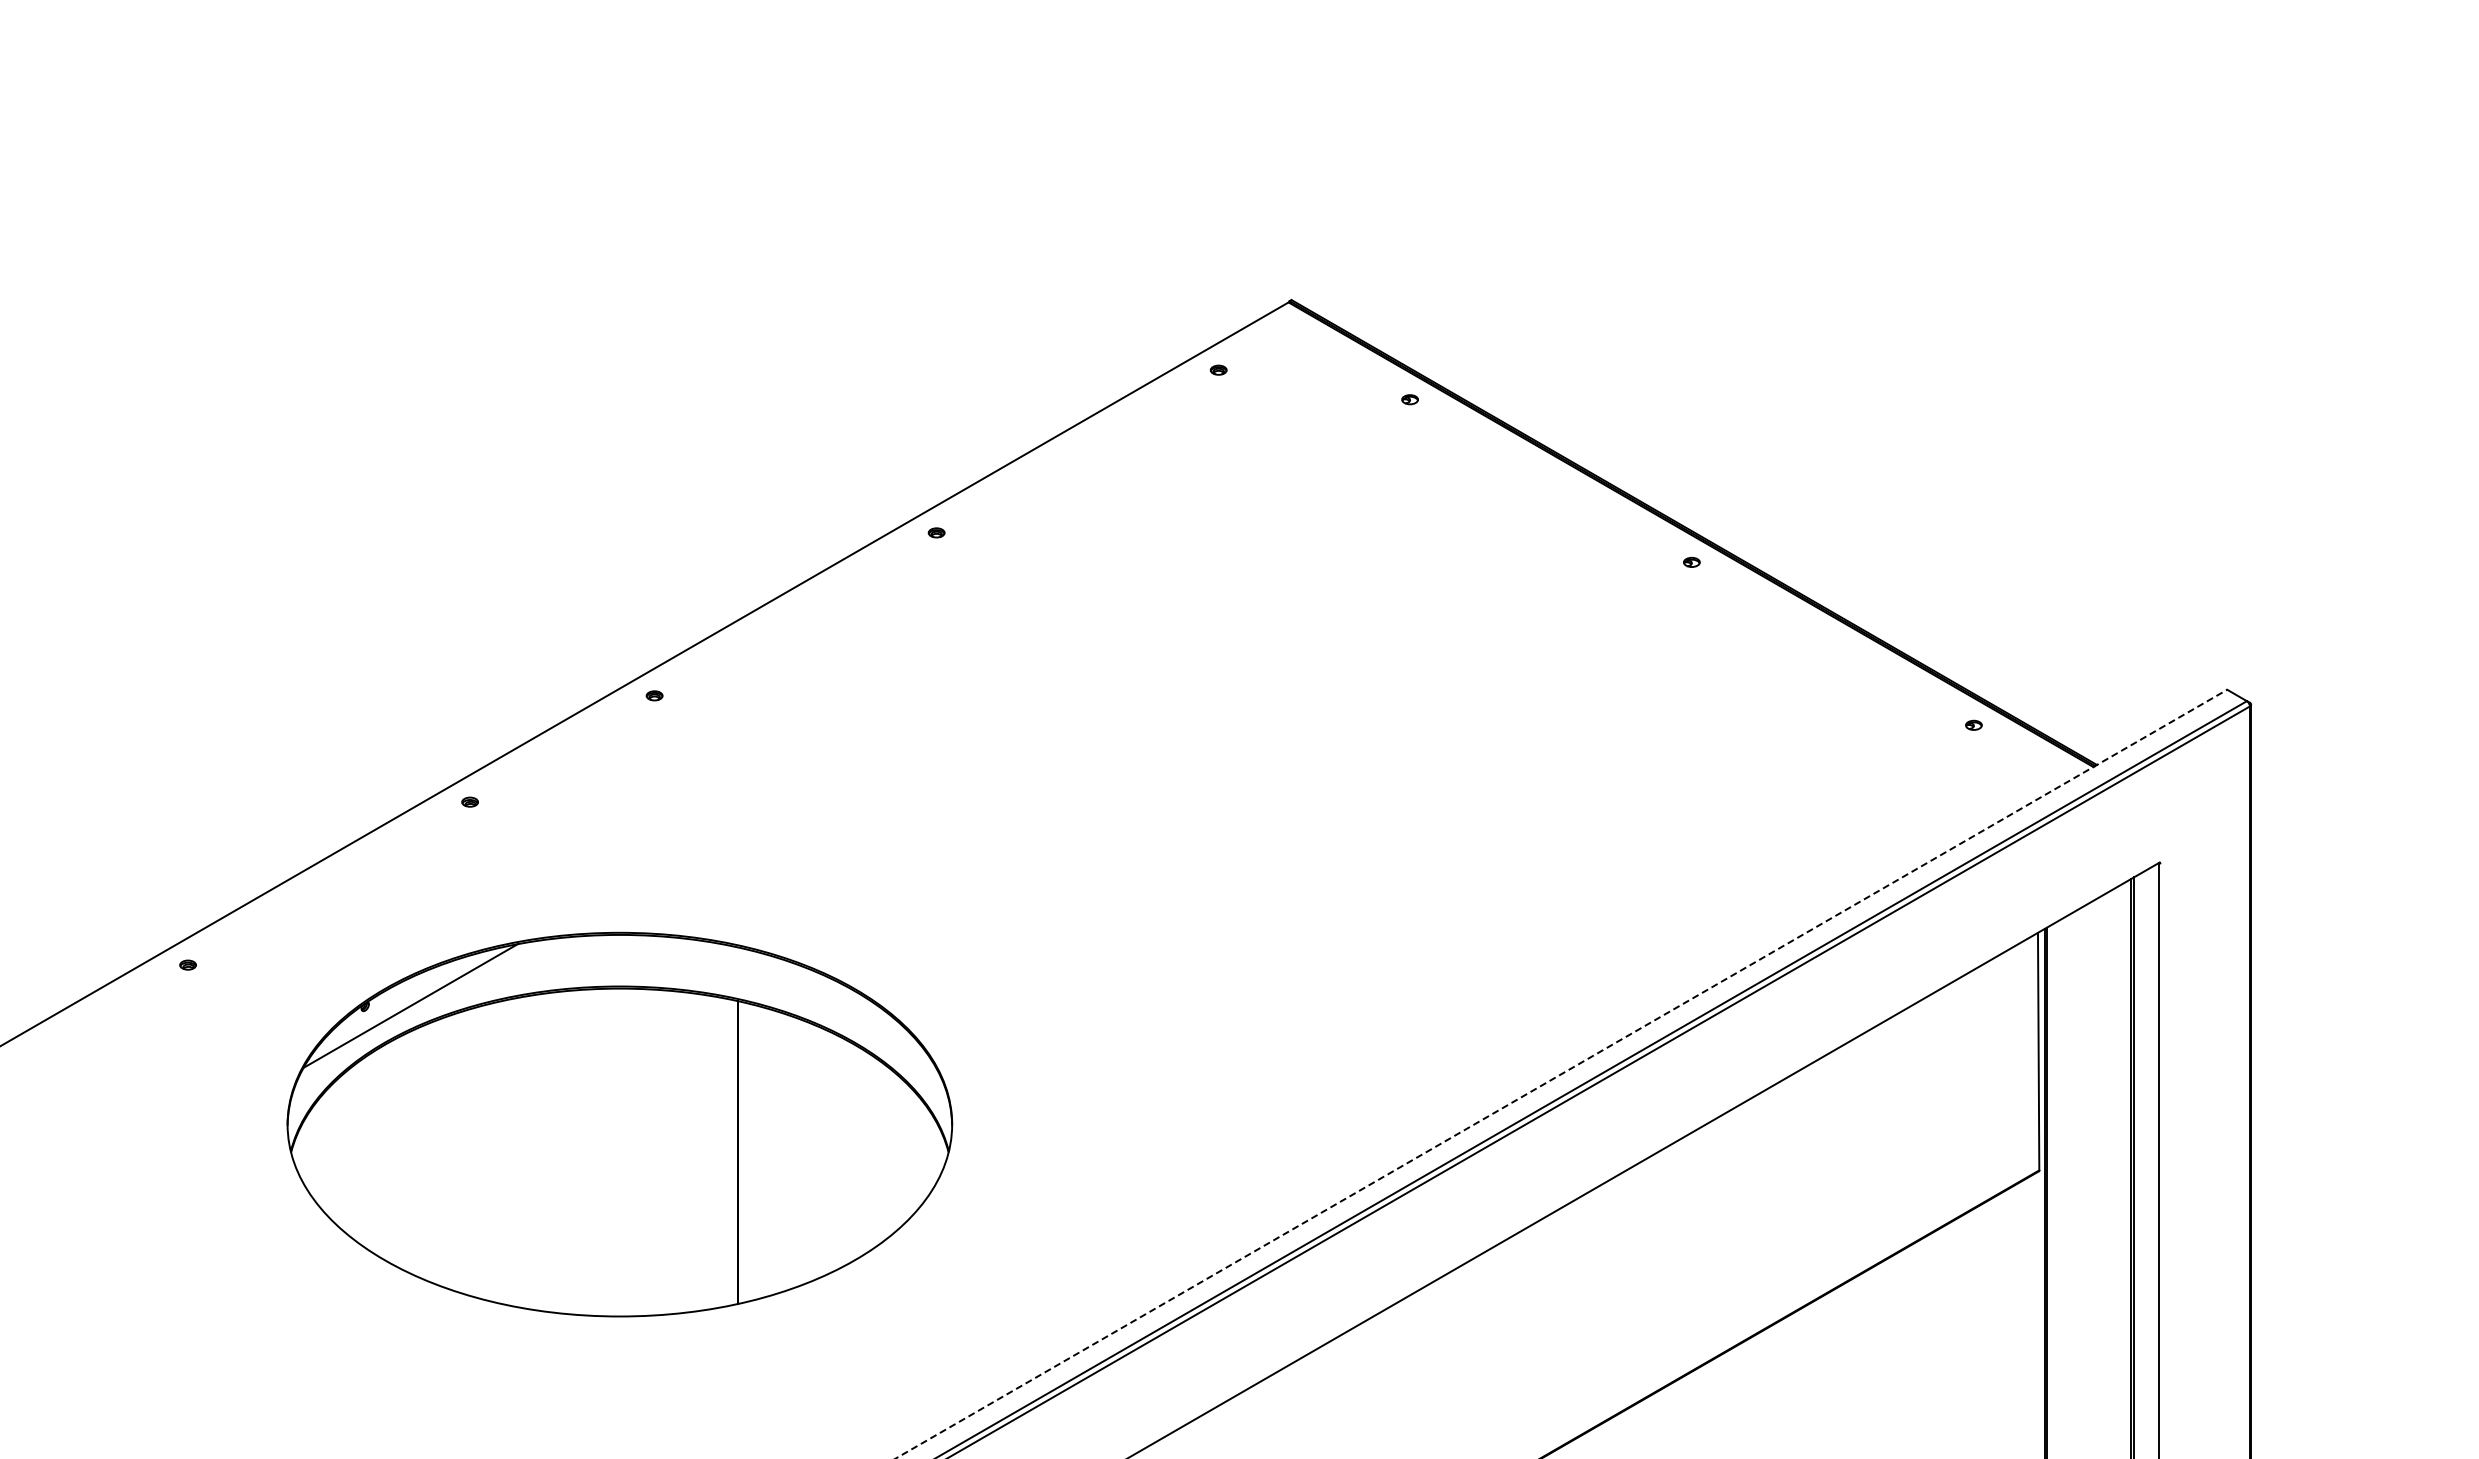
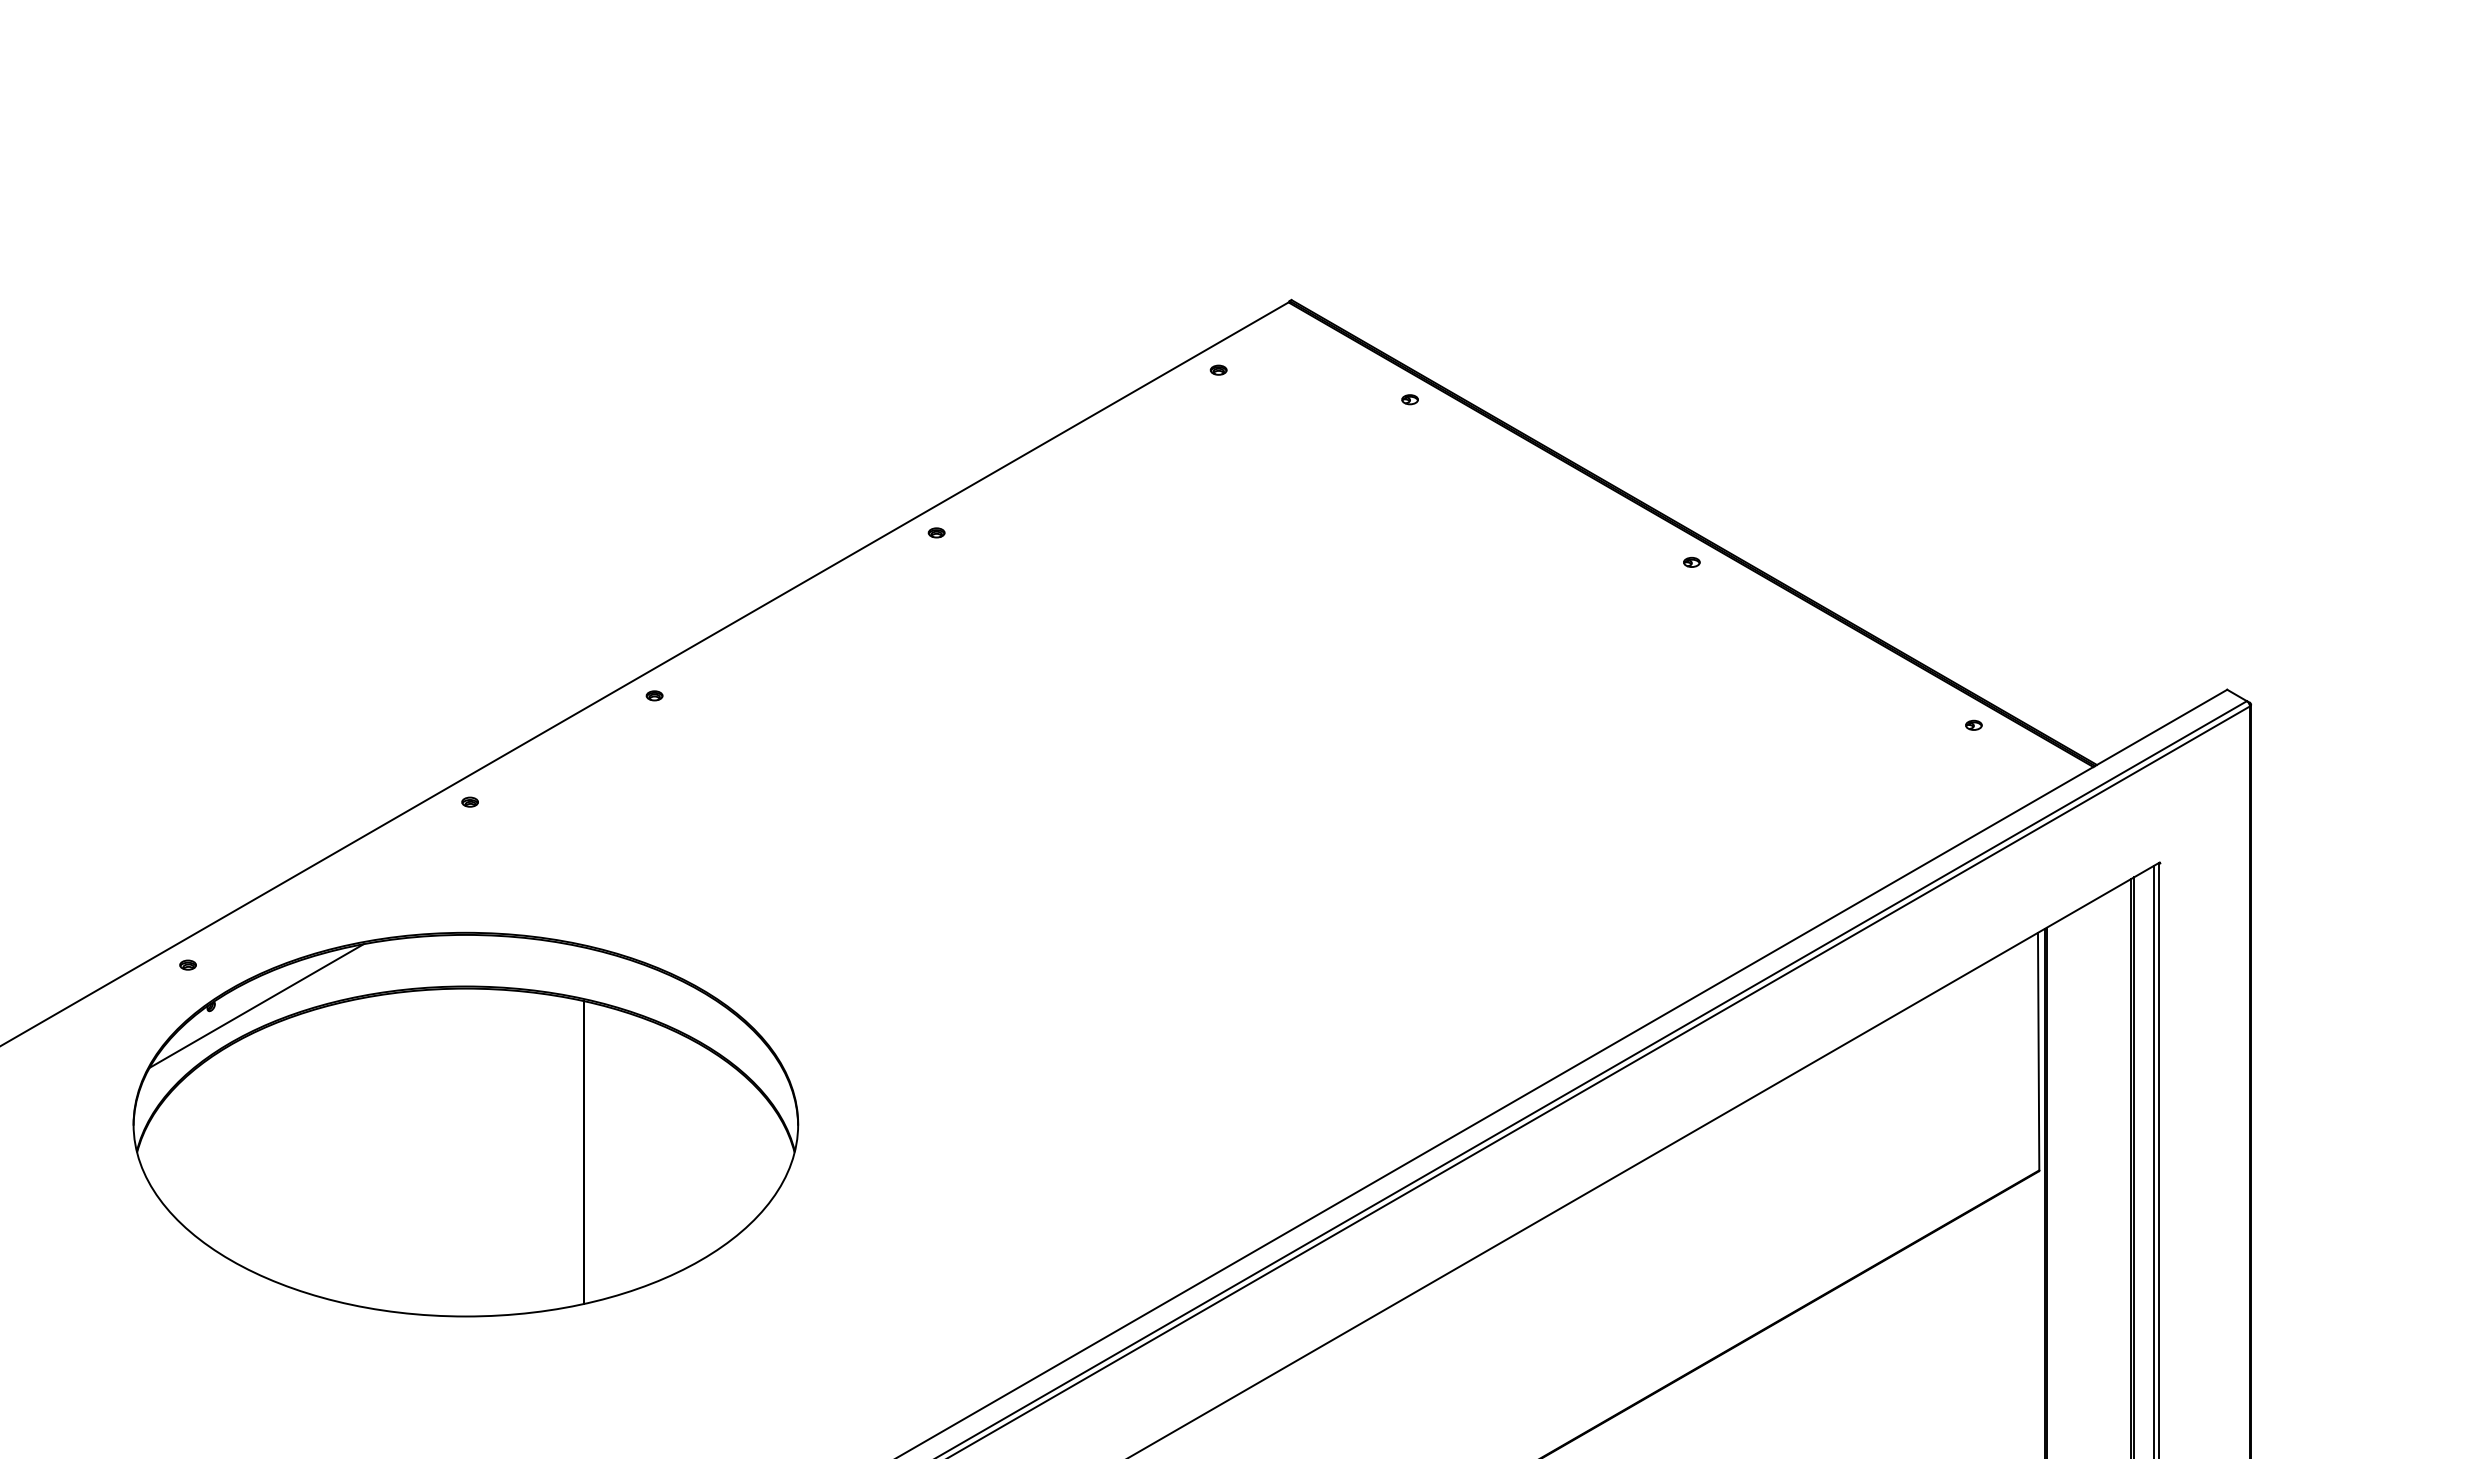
line at (1561, 1074): dashed -> solid
part at (619, 1124) position: (619, 1124) -> (465, 1124)
line at (2153, 1160): none -> present
